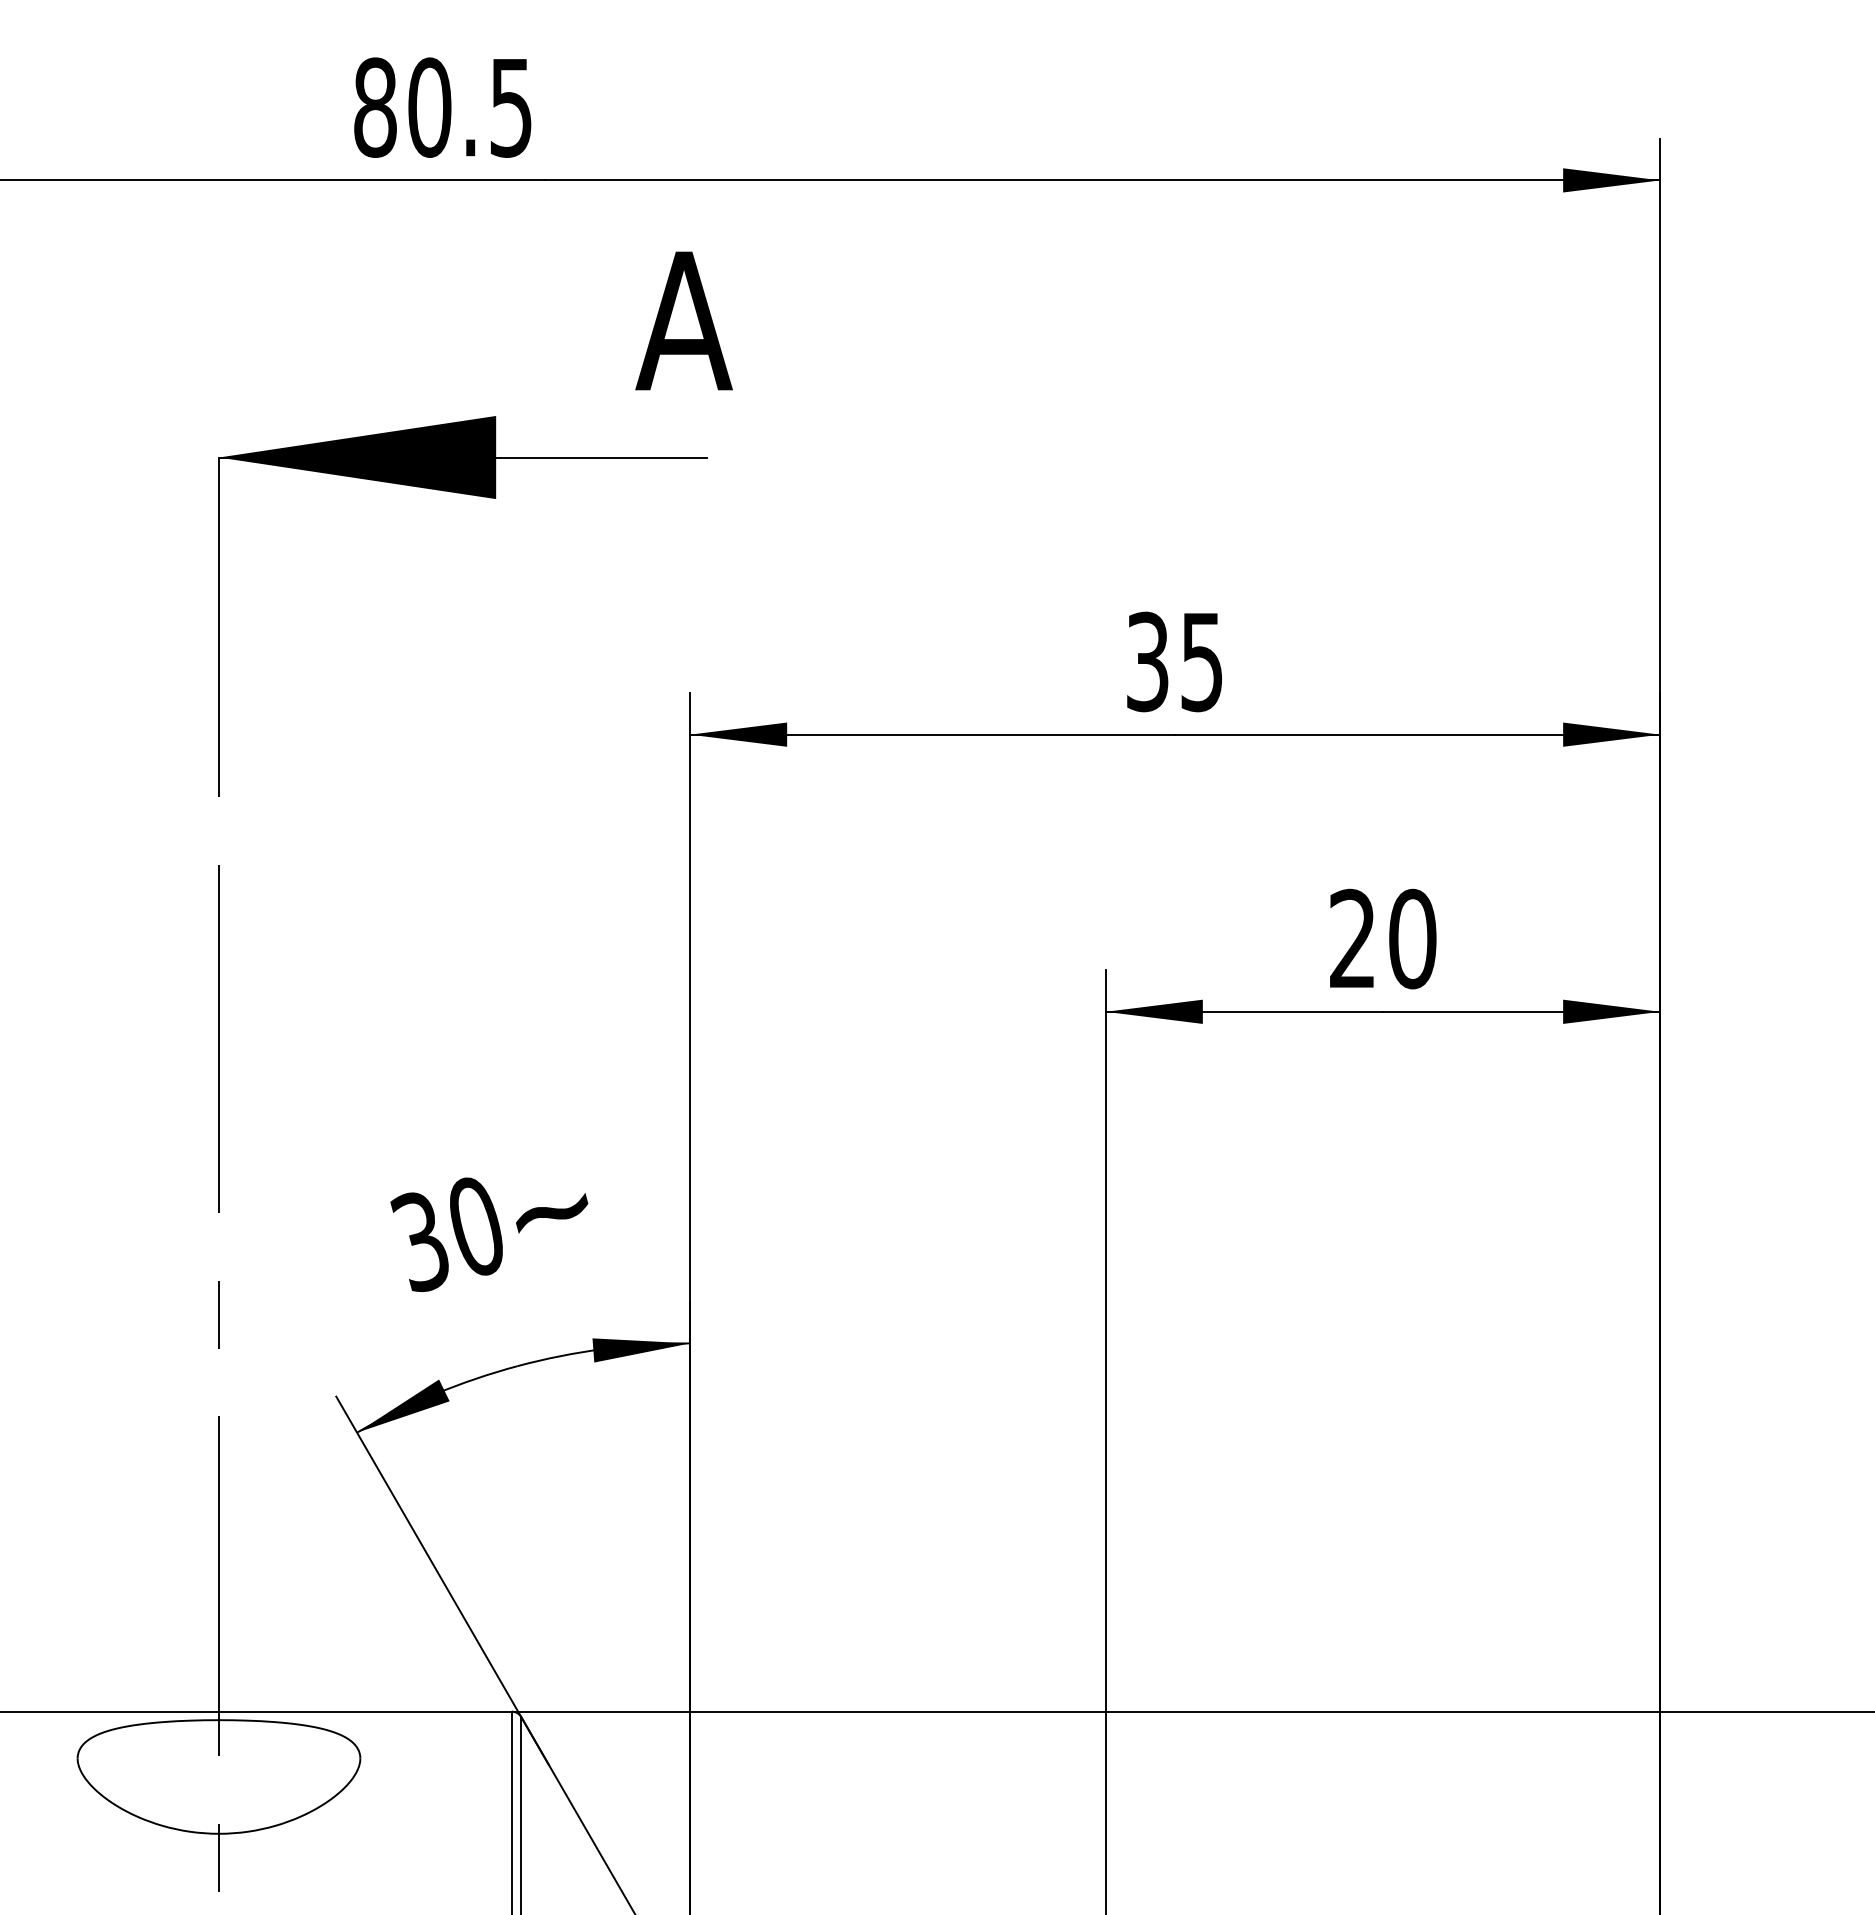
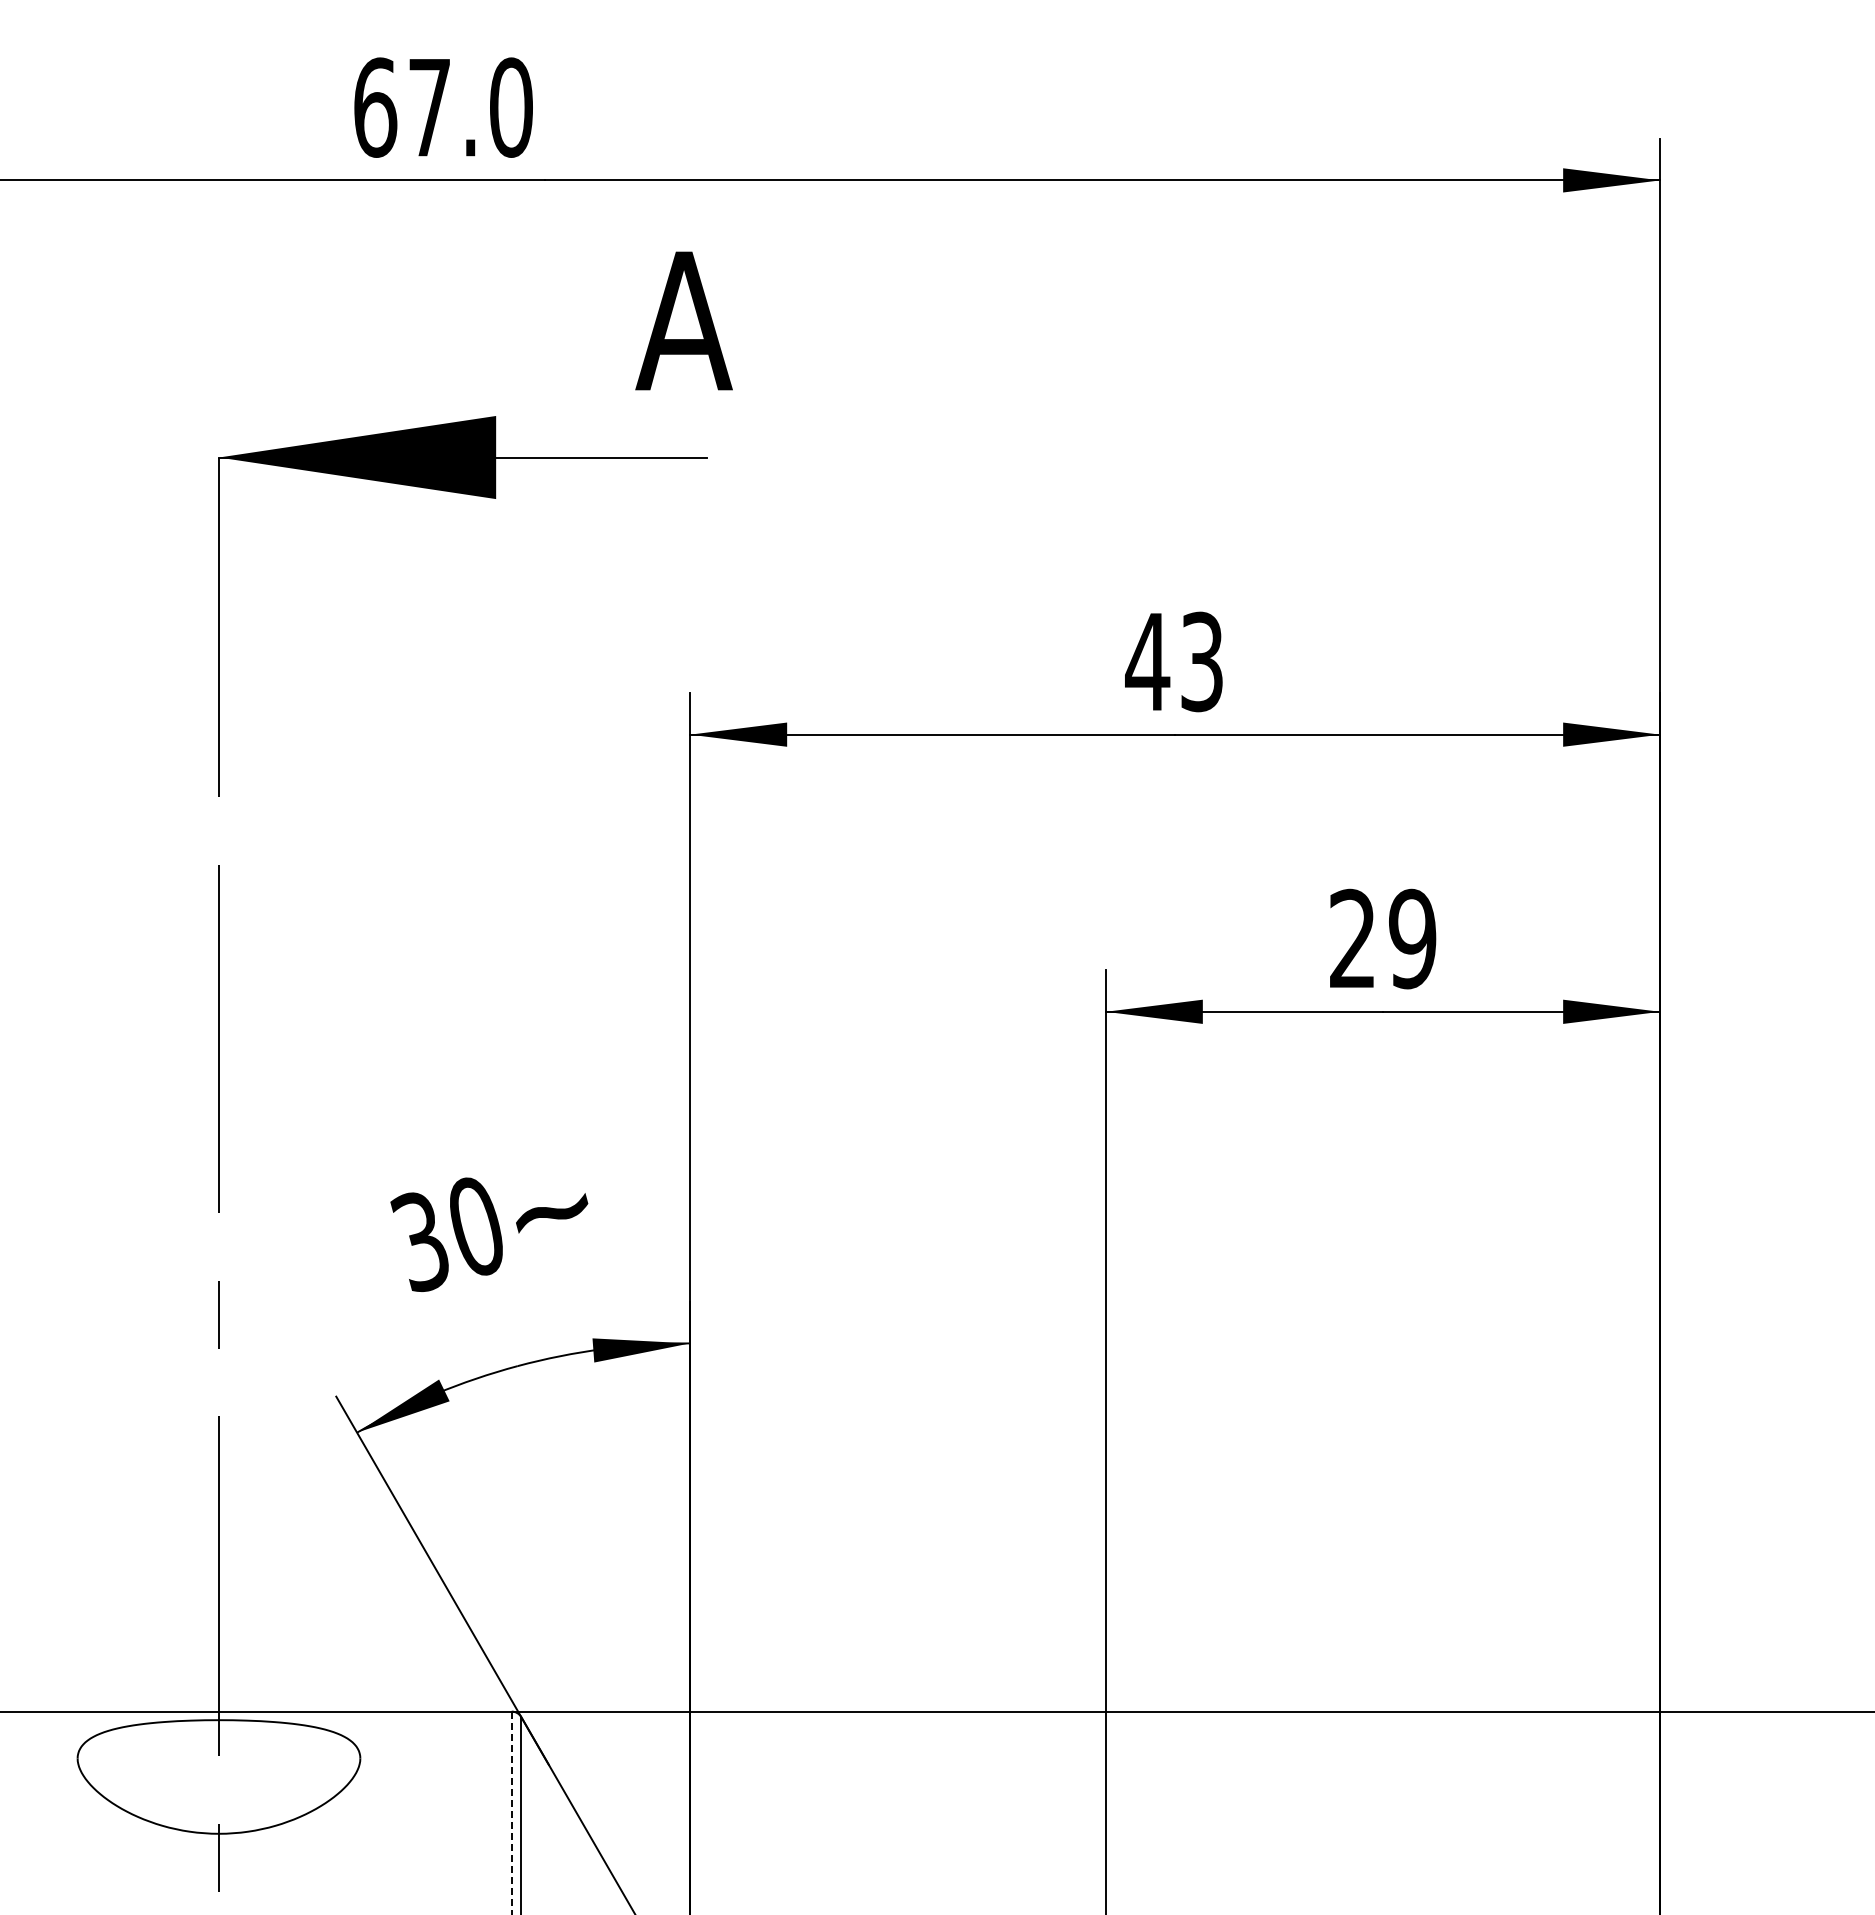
text at (443, 107): 80.5 -> 67.0
text at (1173, 661): 35 -> 43
text at (1412, 938): 20 -> 29
line at (511, 1813): solid -> dashed
